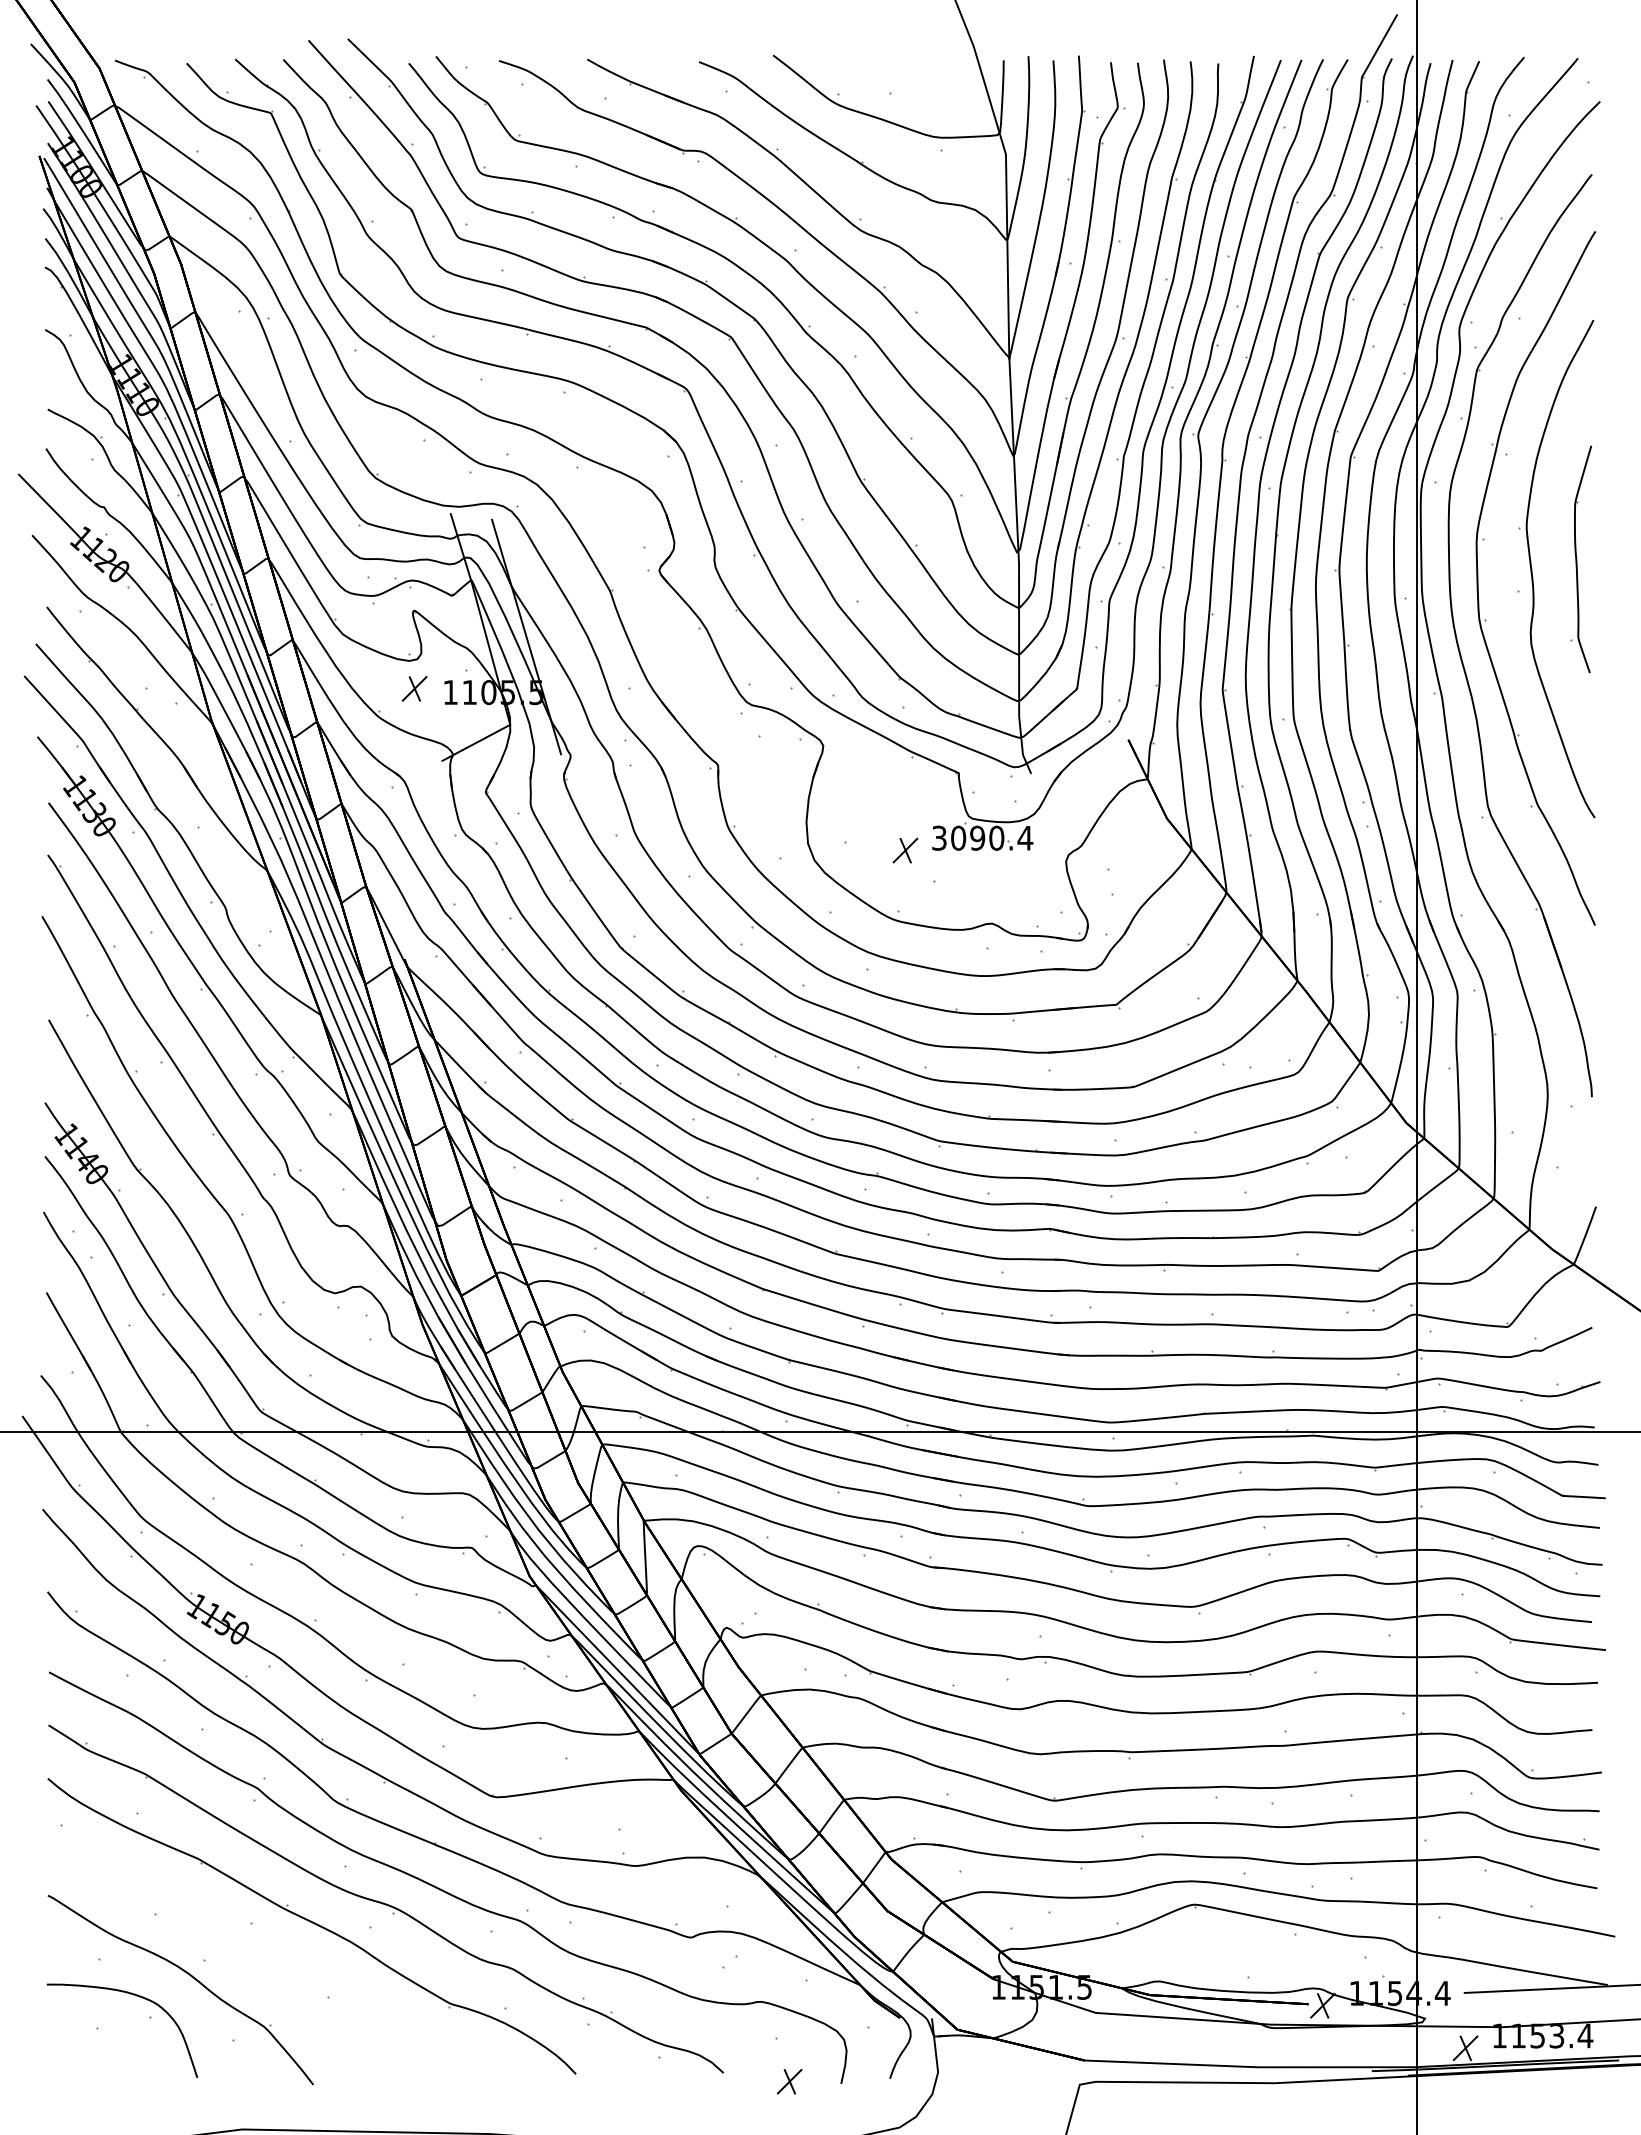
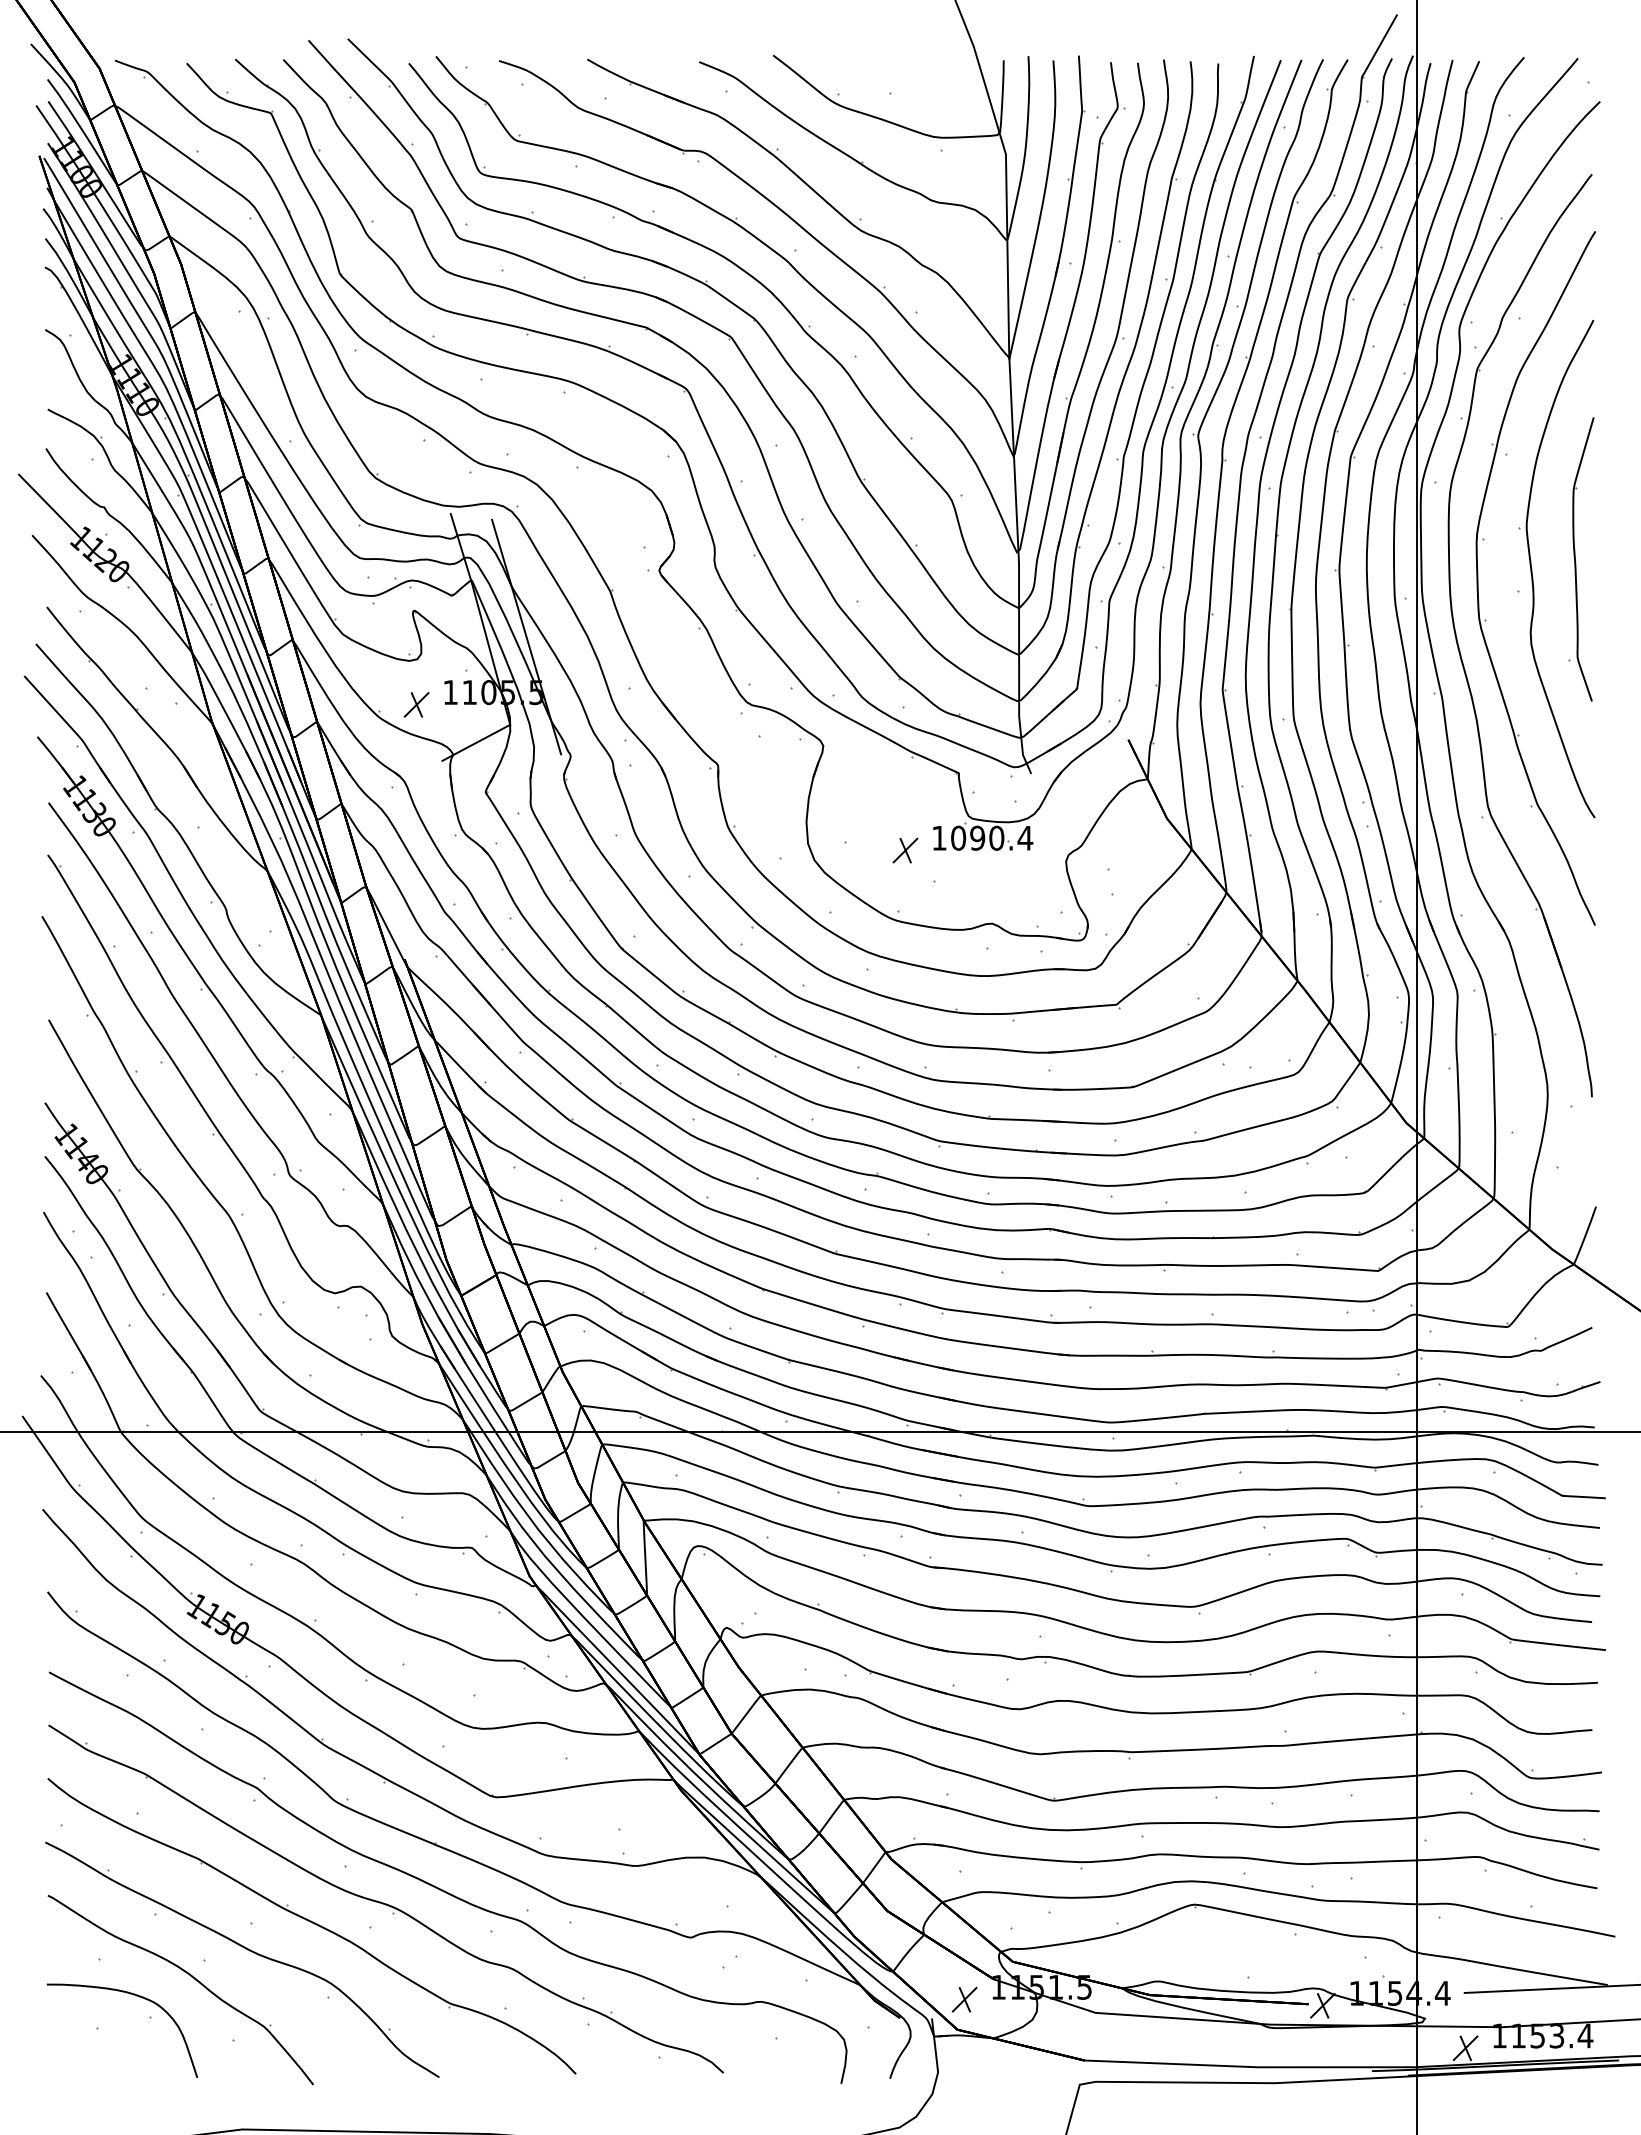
part at (1581, 559) size: 23x229 px -> 27x285 px
part at (414, 688) position: (414, 688) -> (416, 704)
text at (939, 837): 3090.4 -> 1090.4
part at (247, 1950): none -> present
part at (789, 2081) position: (789, 2081) -> (964, 1999)
